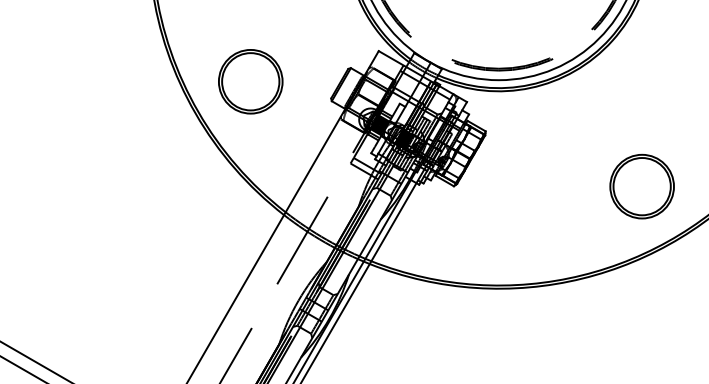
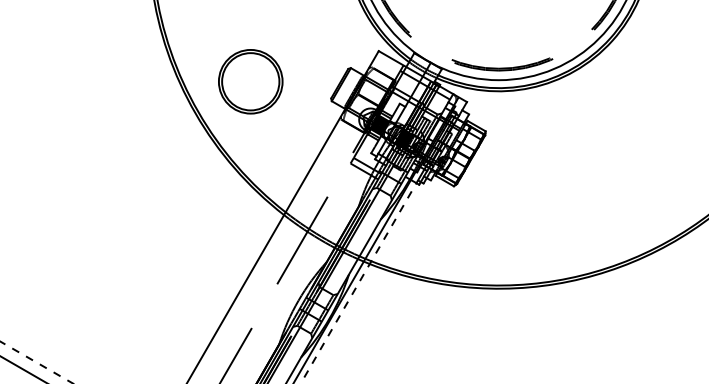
part at (641, 186): present -> none
line at (358, 283): solid -> dashed
line at (37, 363): solid -> dashed
